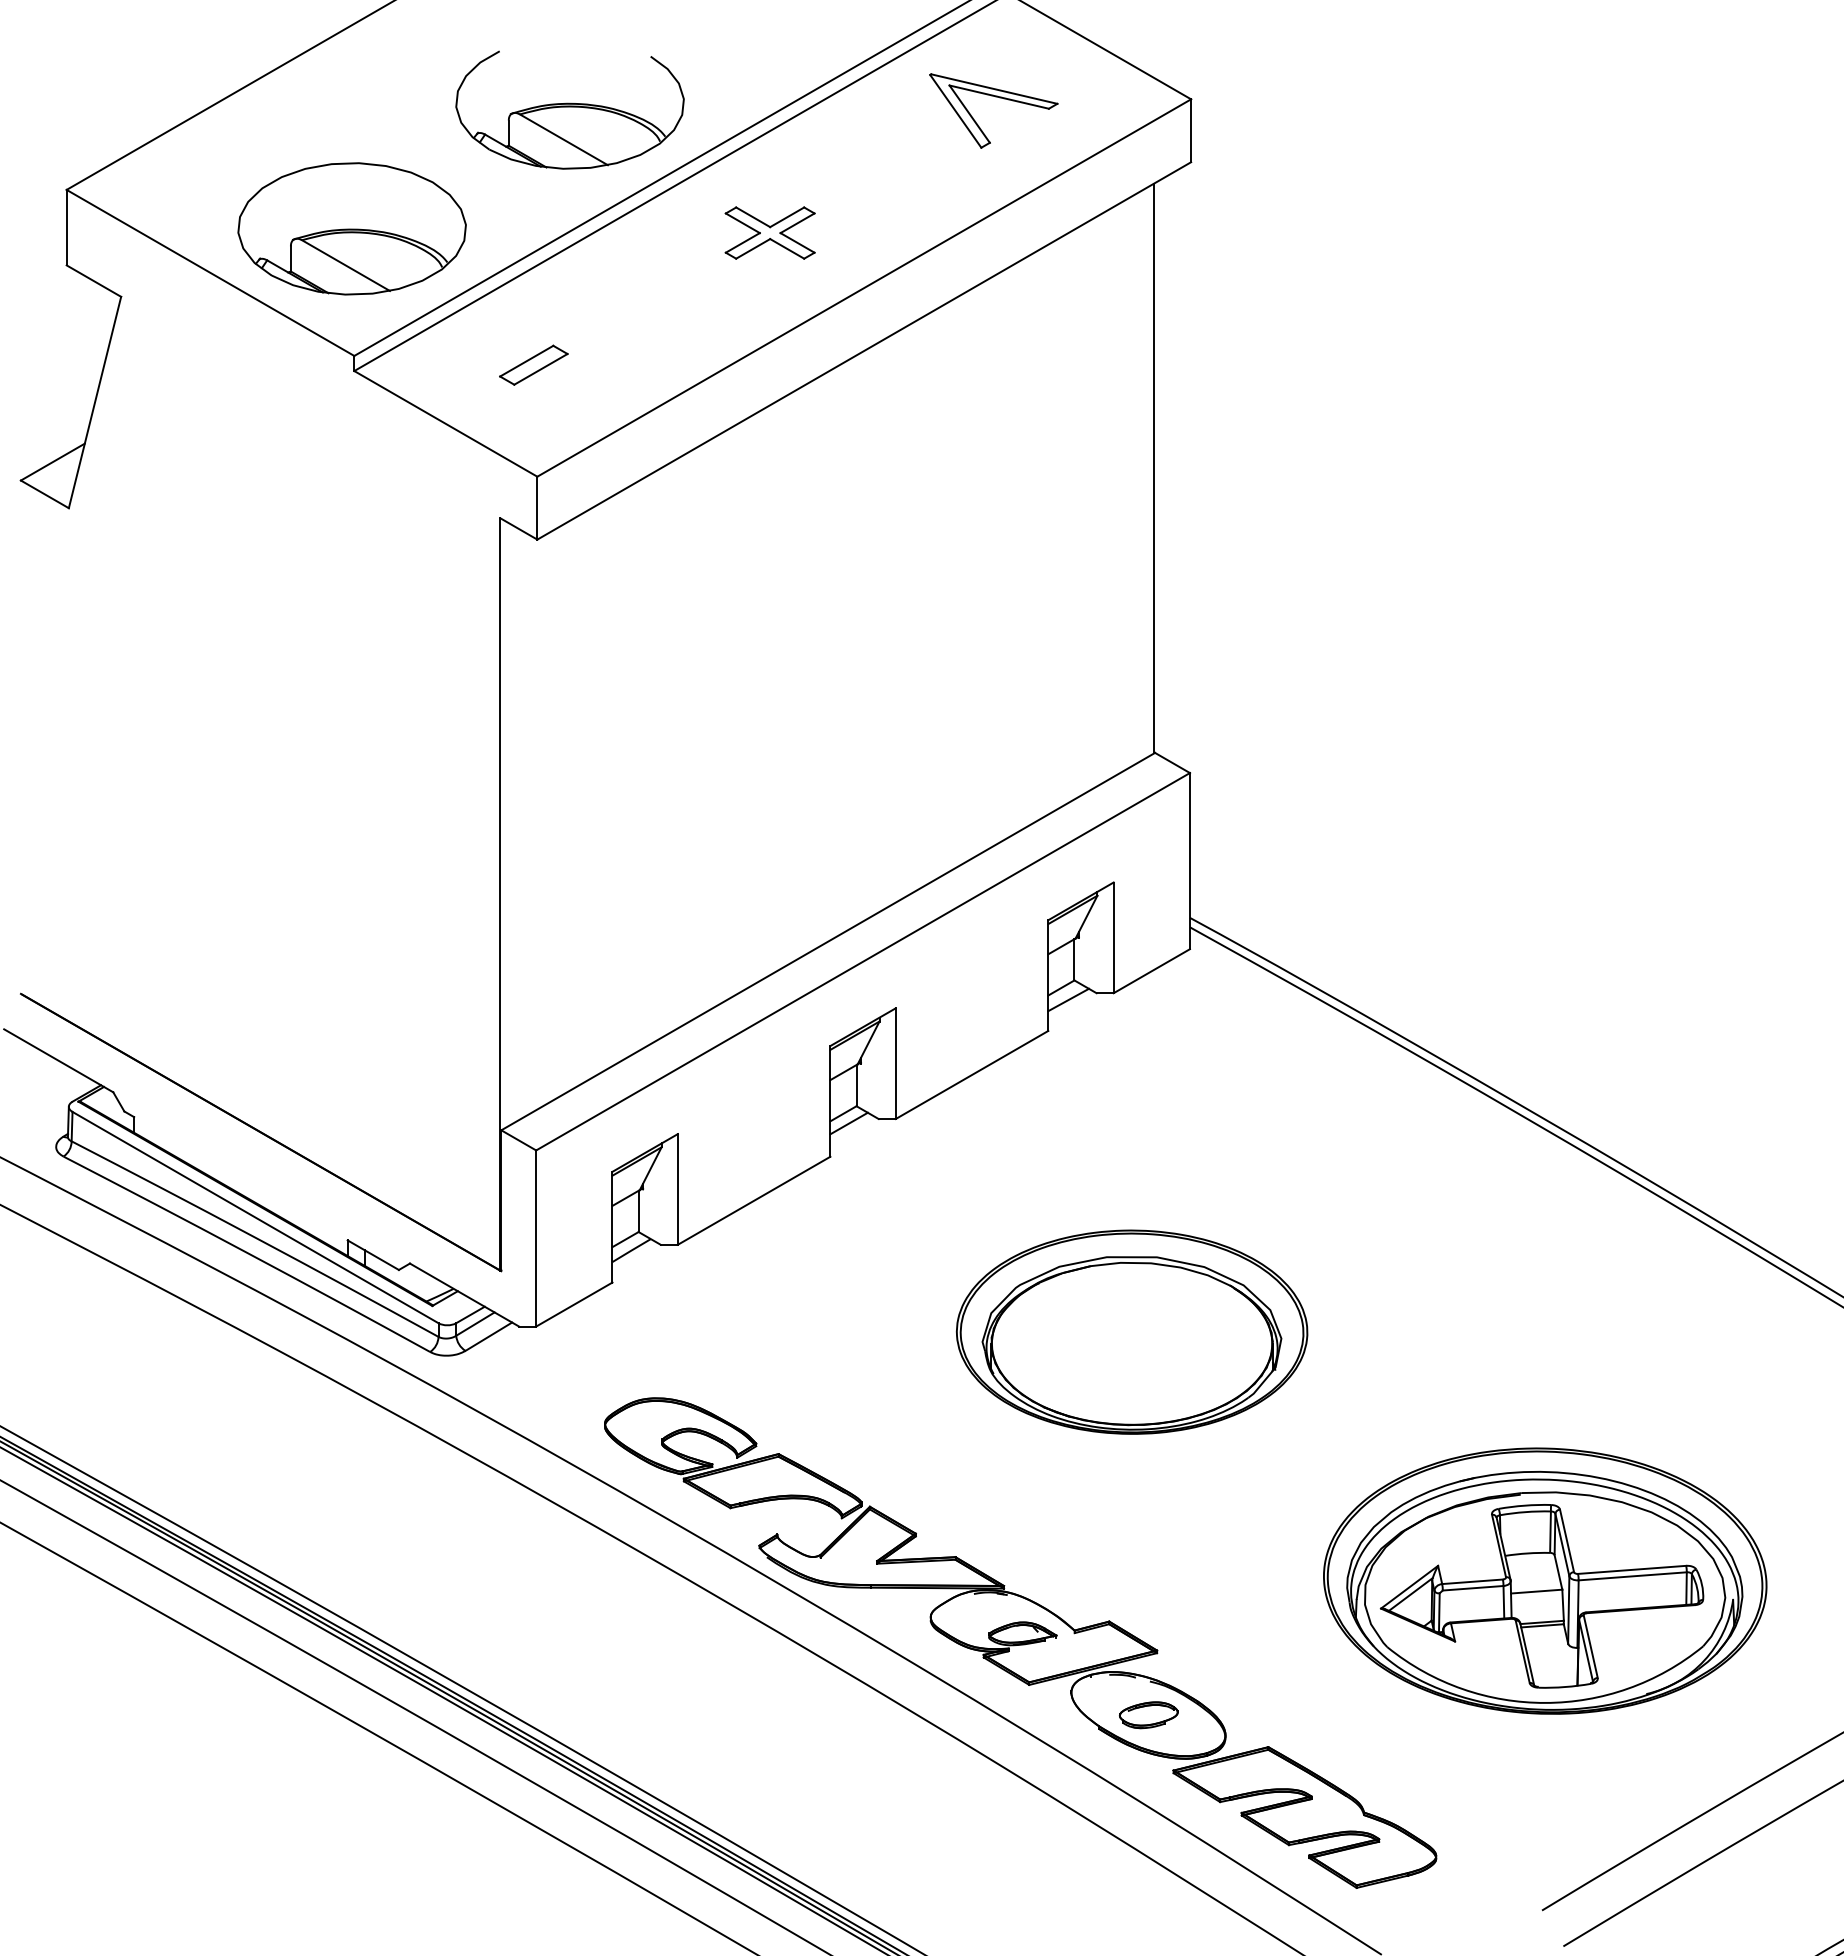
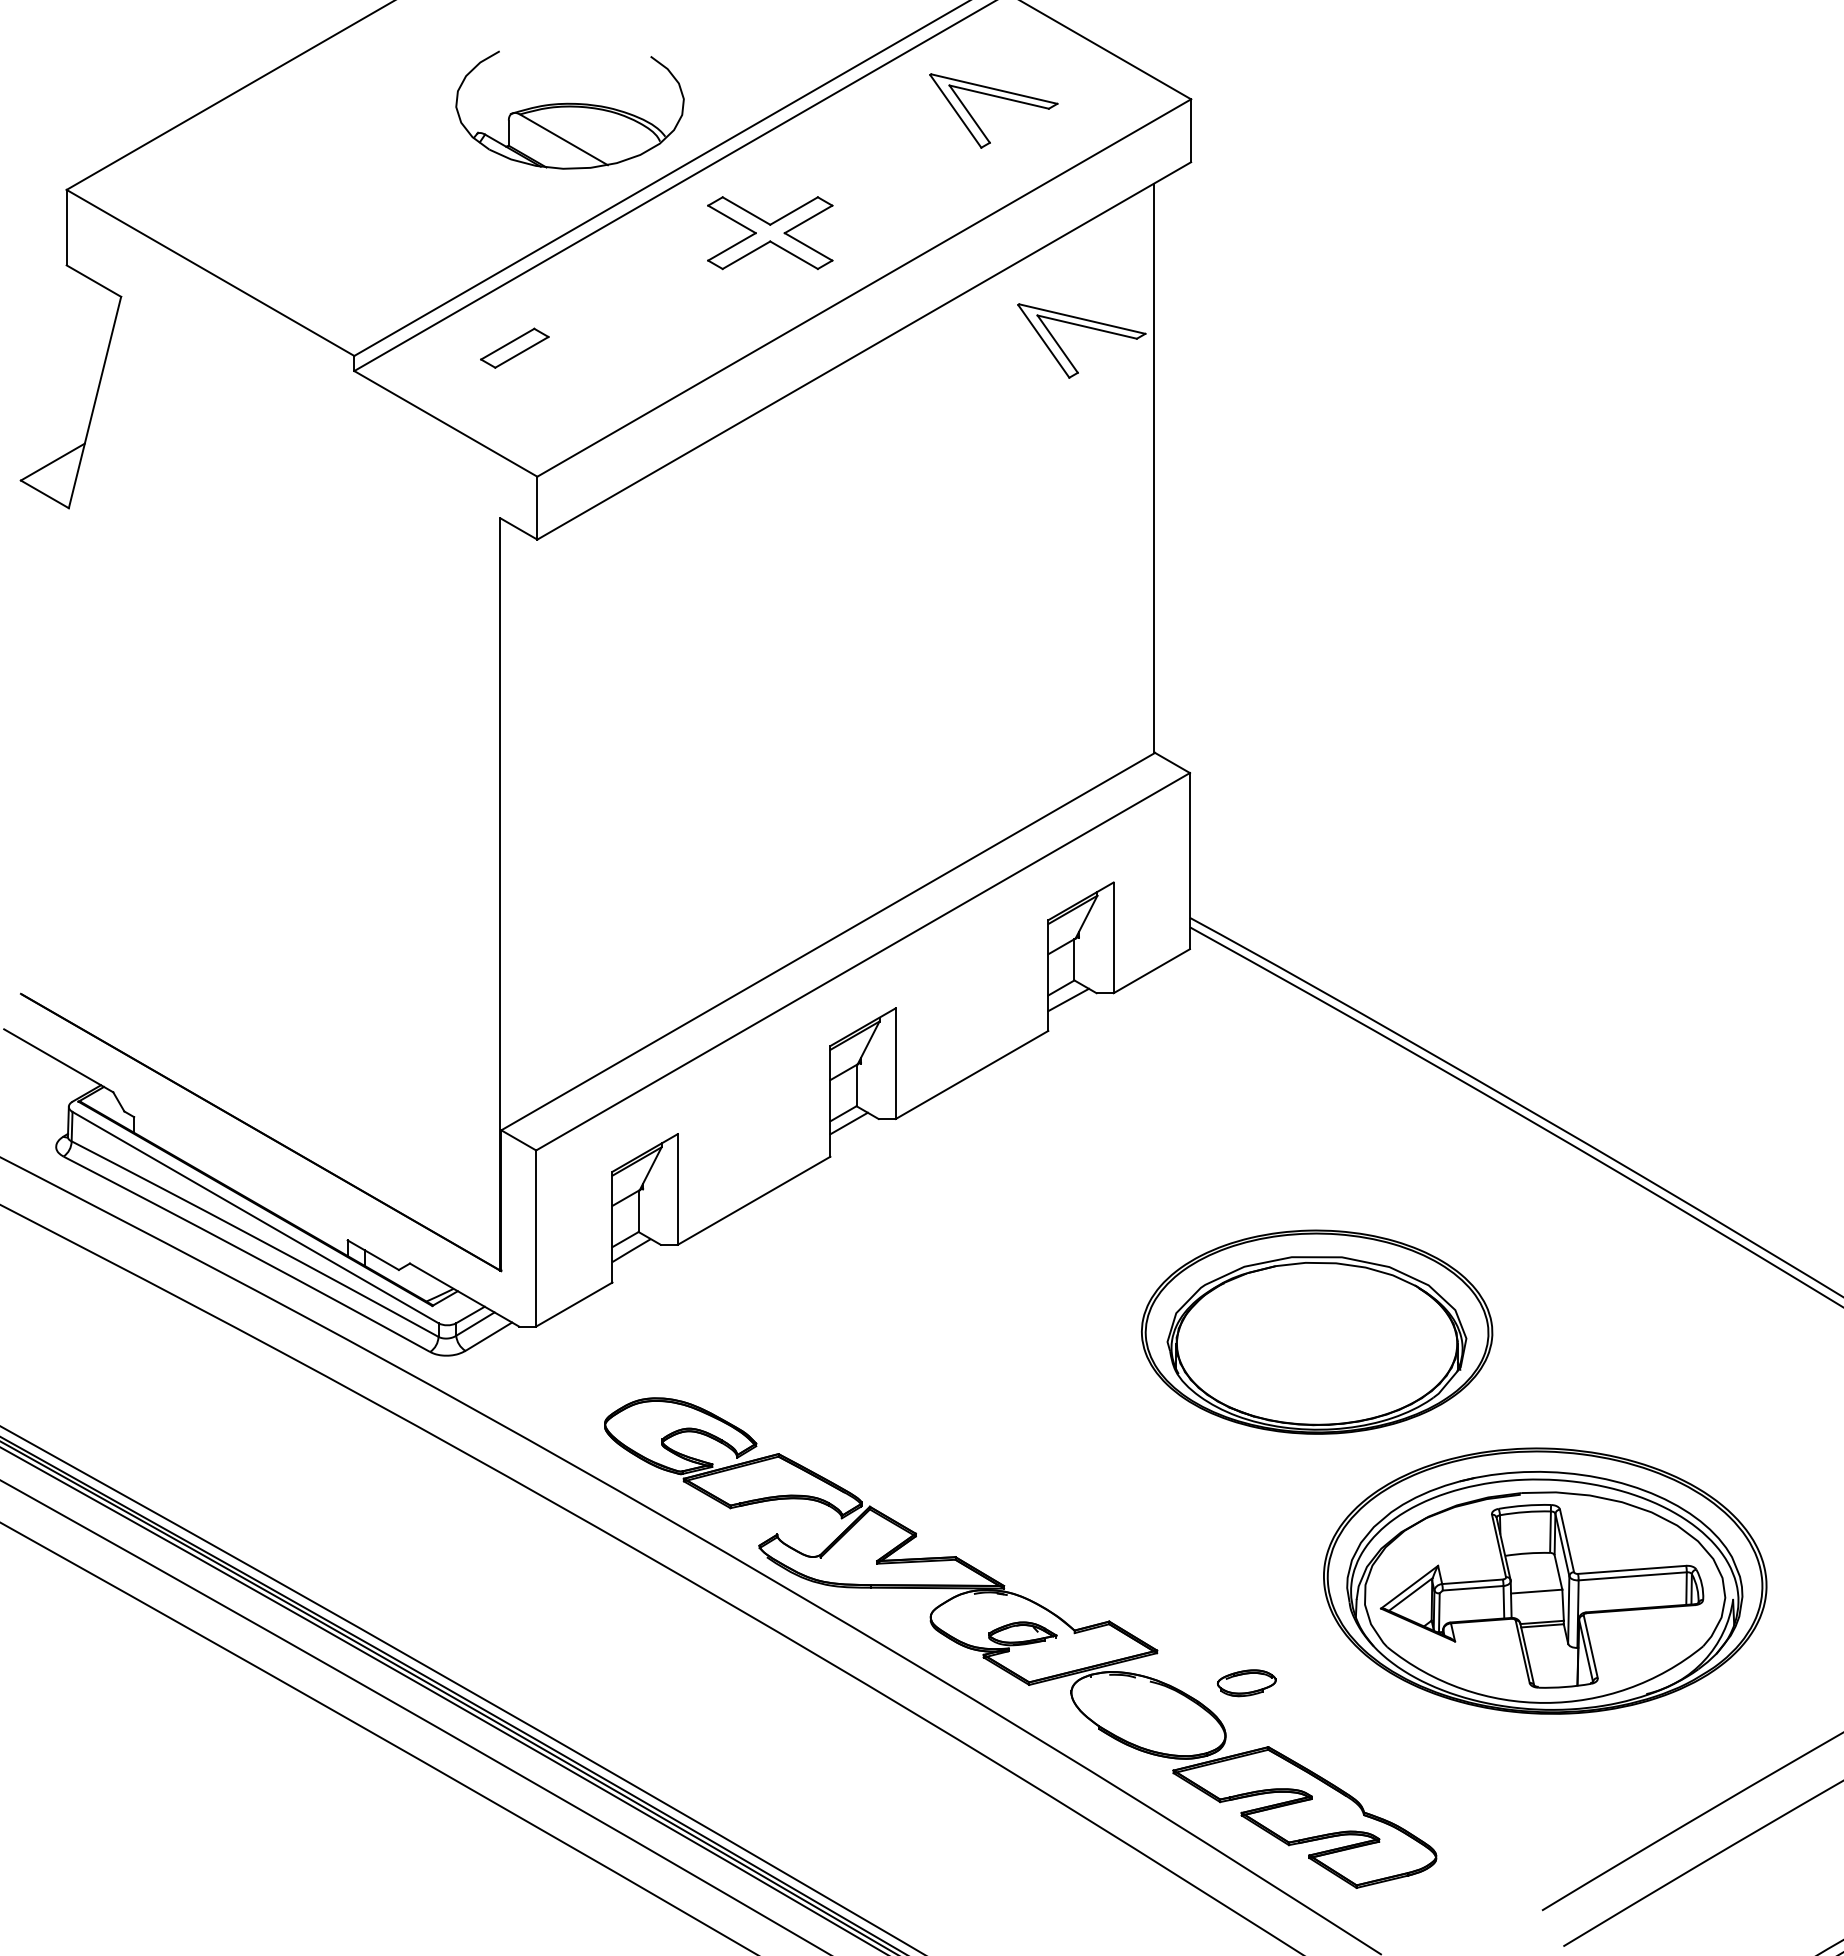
part at (351, 228): present -> none
part at (769, 232) size: 92x54 px -> 127x75 px
part at (1083, 327): none -> present
part at (533, 364) position: (533, 364) -> (514, 347)
part at (1132, 1331) position: (1132, 1331) -> (1317, 1331)
part at (1148, 1715) position: (1148, 1715) -> (1246, 1683)
